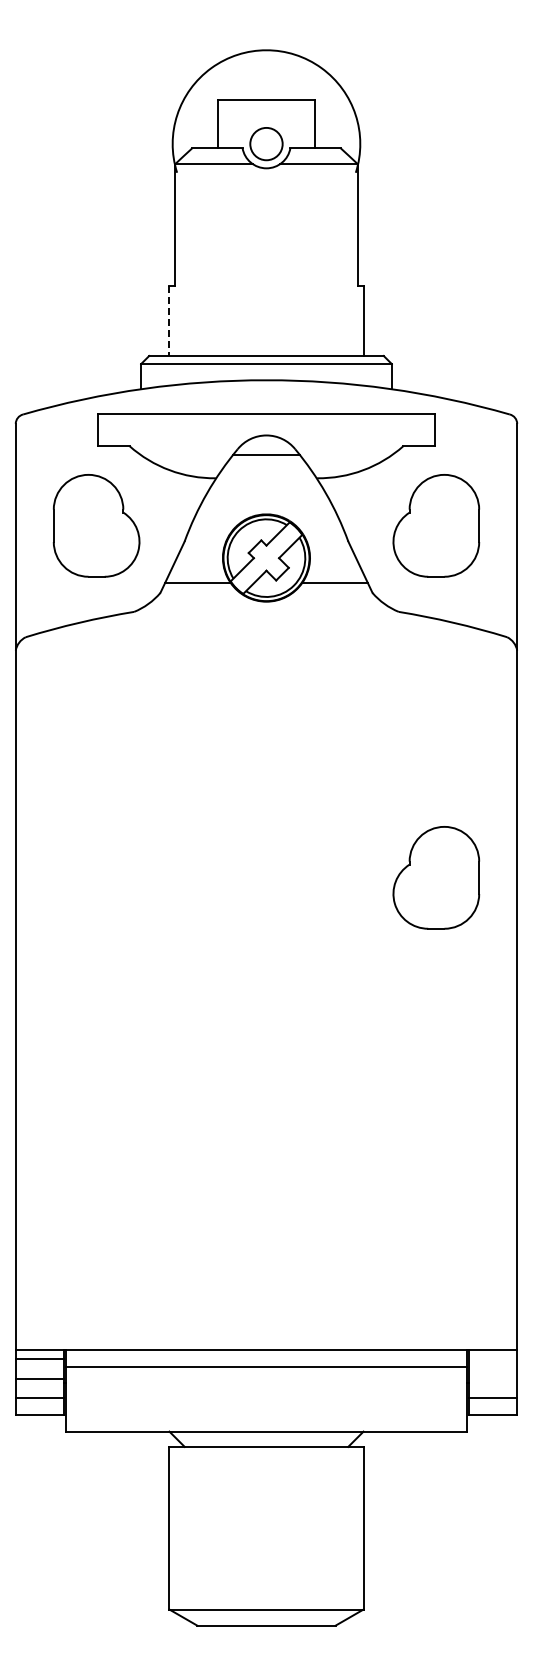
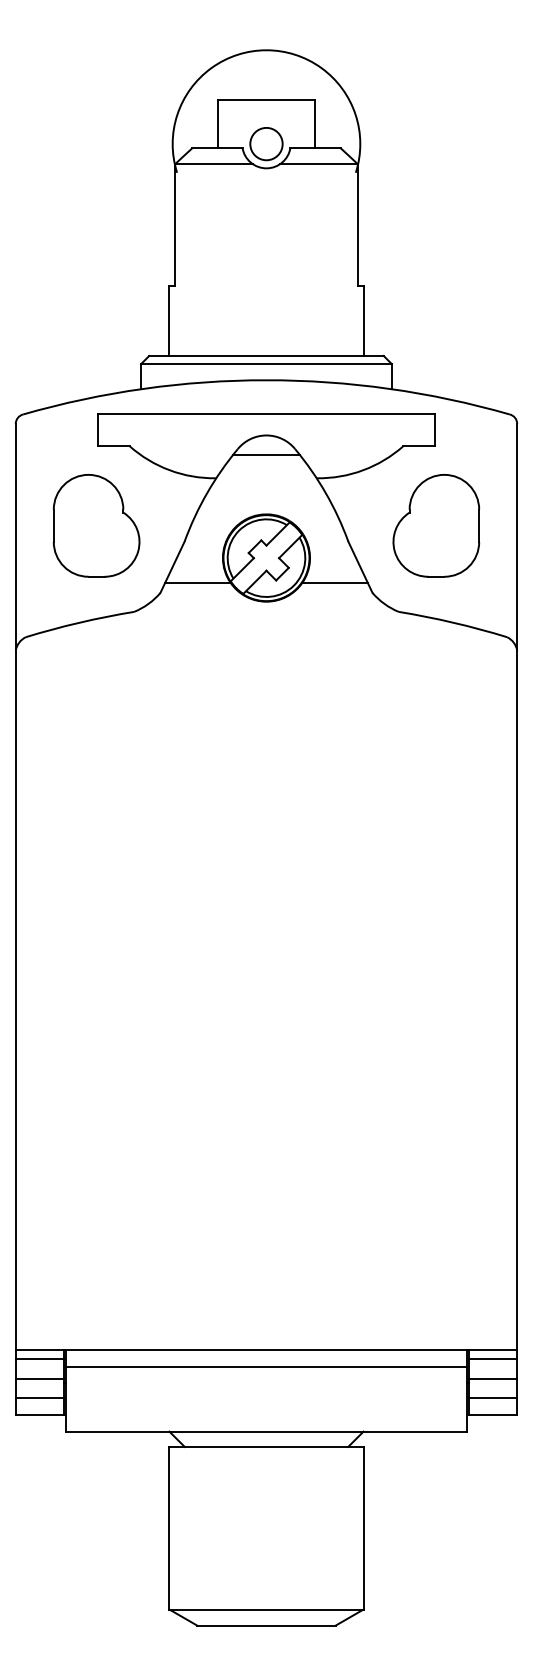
line at (169, 321): dashed -> solid
part at (436, 877): present -> none
line at (492, 1358): none -> present
line at (492, 1379): none -> present
